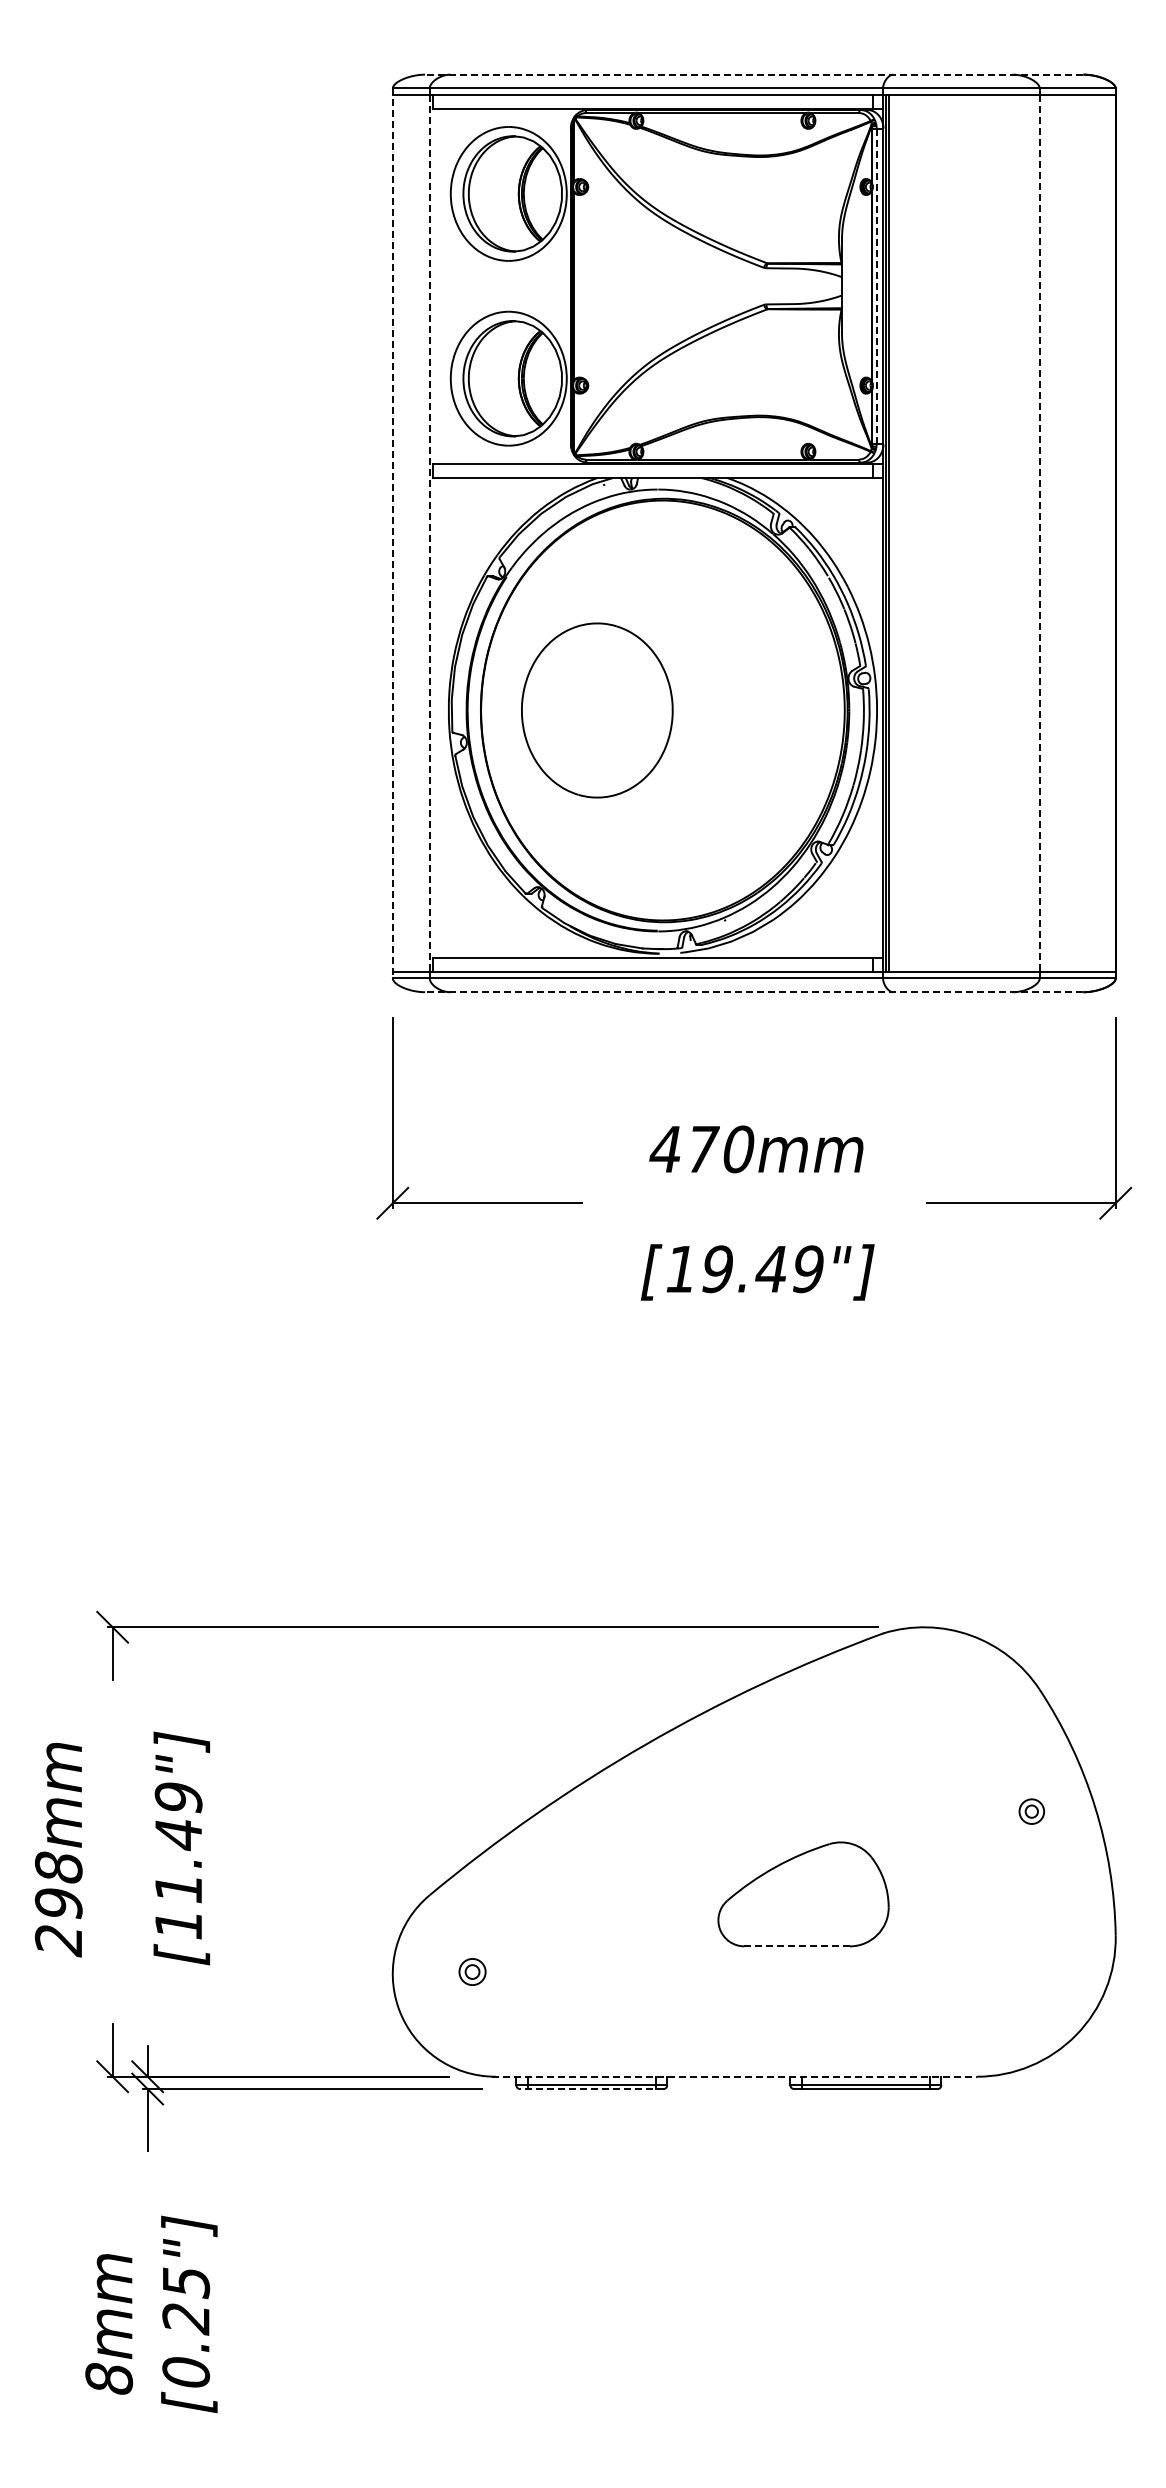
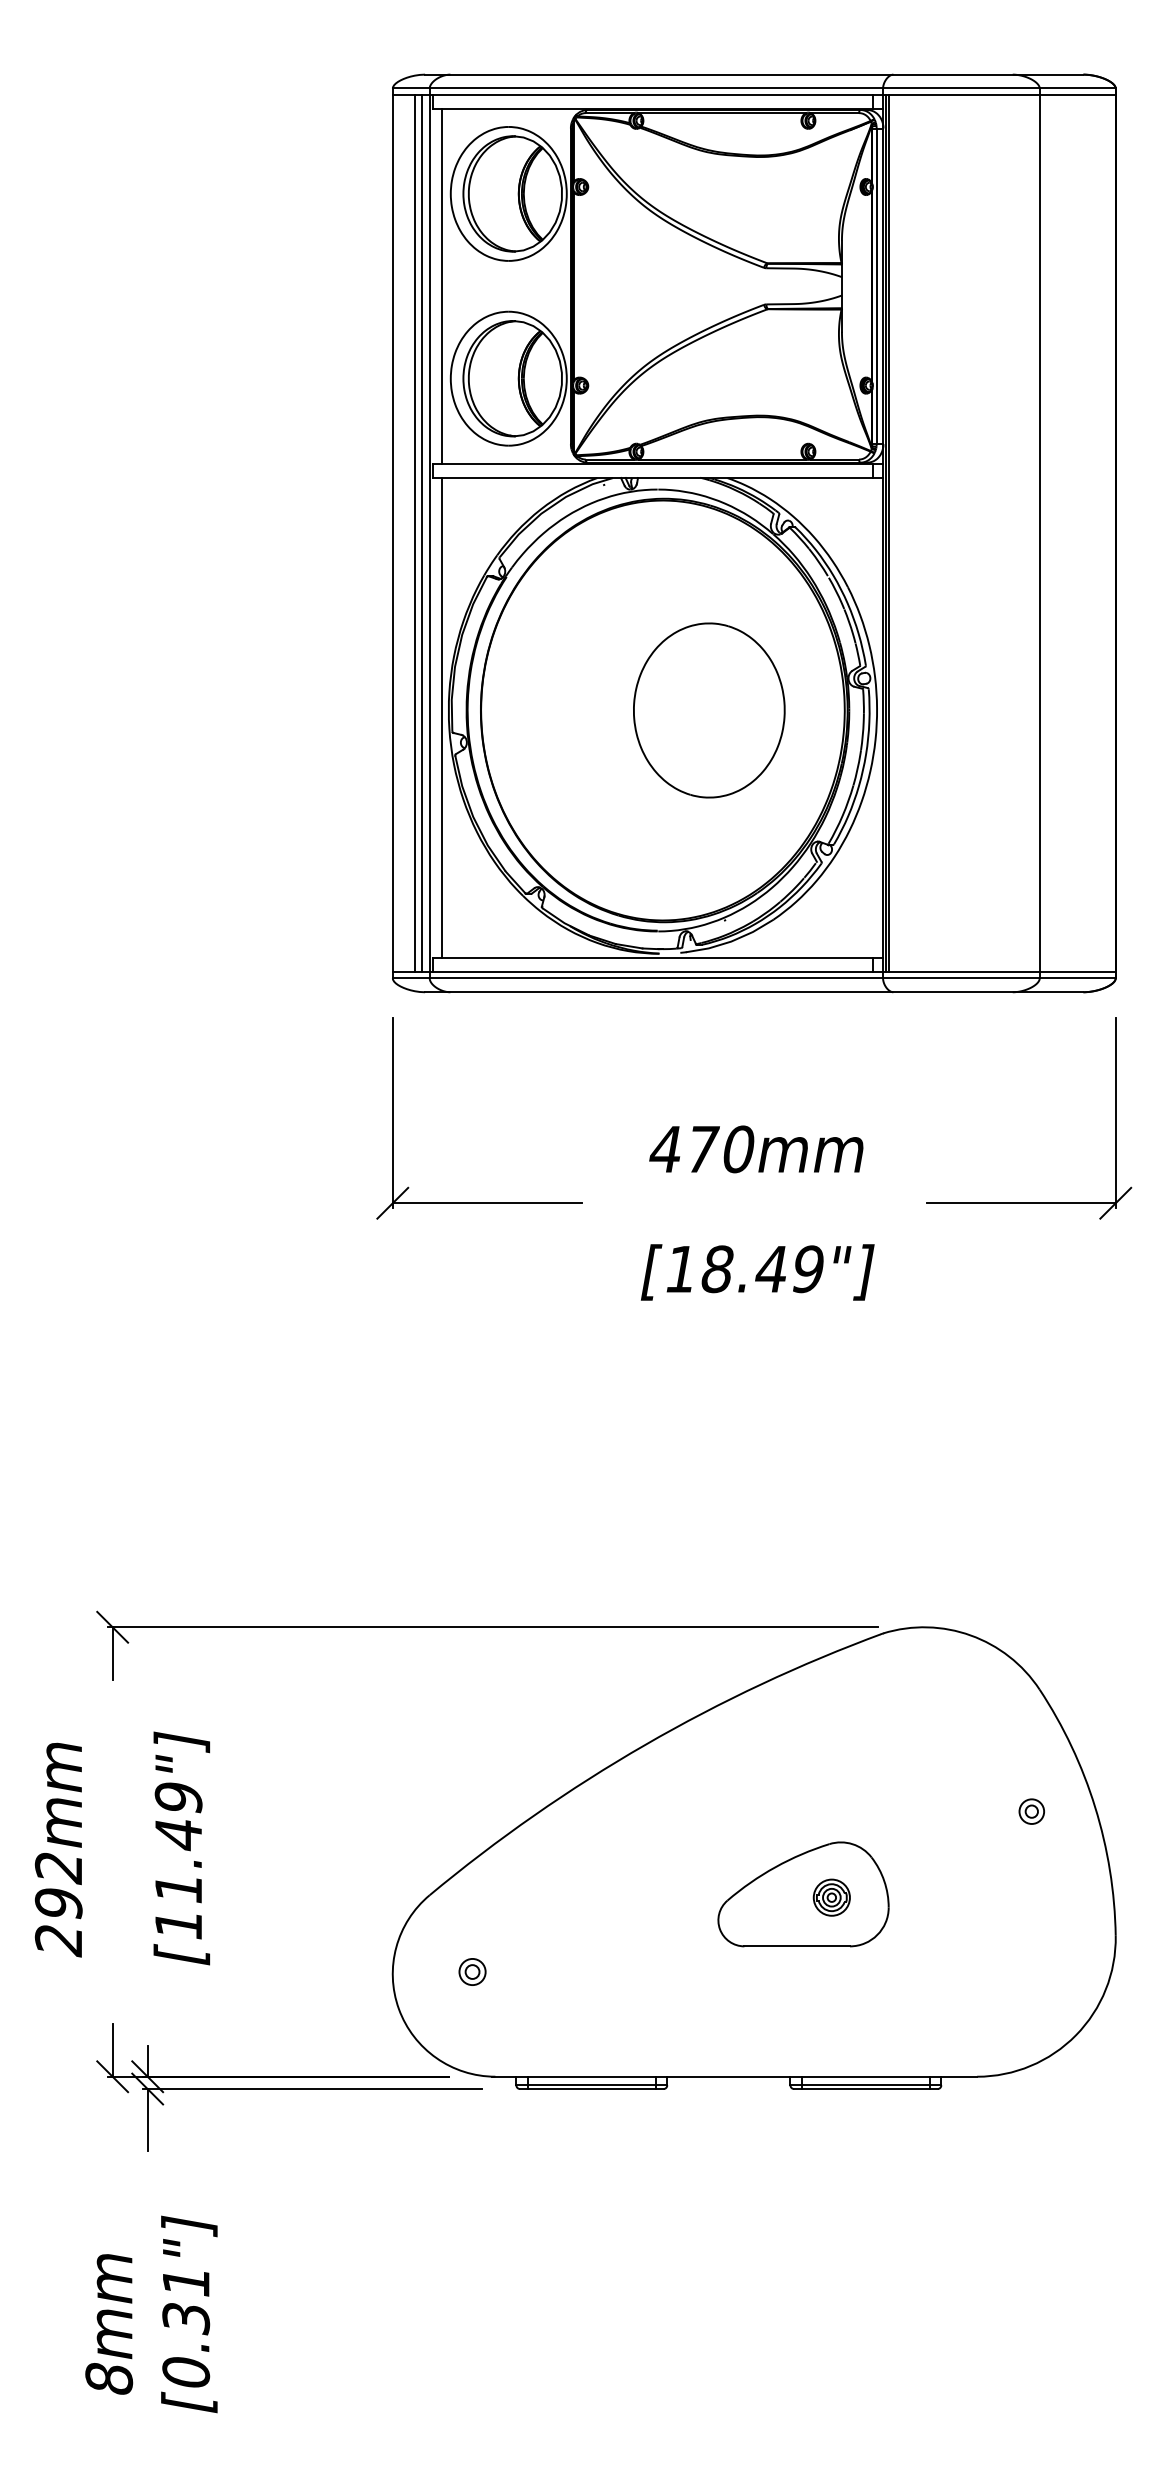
line at (753, 74): dashed -> solid
line at (442, 286): none -> present
line at (876, 286): dashed -> solid
line at (392, 533): dashed -> solid
line at (414, 533): none -> present
line at (421, 533): none -> present
line at (430, 533): dashed -> solid
line at (1039, 533): dashed -> solid
part at (597, 710) position: (597, 710) -> (709, 710)
line at (442, 718): none -> present
line at (753, 992): dashed -> solid
text at (717, 1269): [19.49"] -> [18.49"]
text at (58, 1868): 298mm -> 292mm
part at (831, 1897): none -> present
line at (797, 1946): dashed -> solid
line at (734, 2076): dashed -> solid
line at (591, 2089): dashed -> solid
text at (186, 2301): [0.25"] -> [0.31"]
